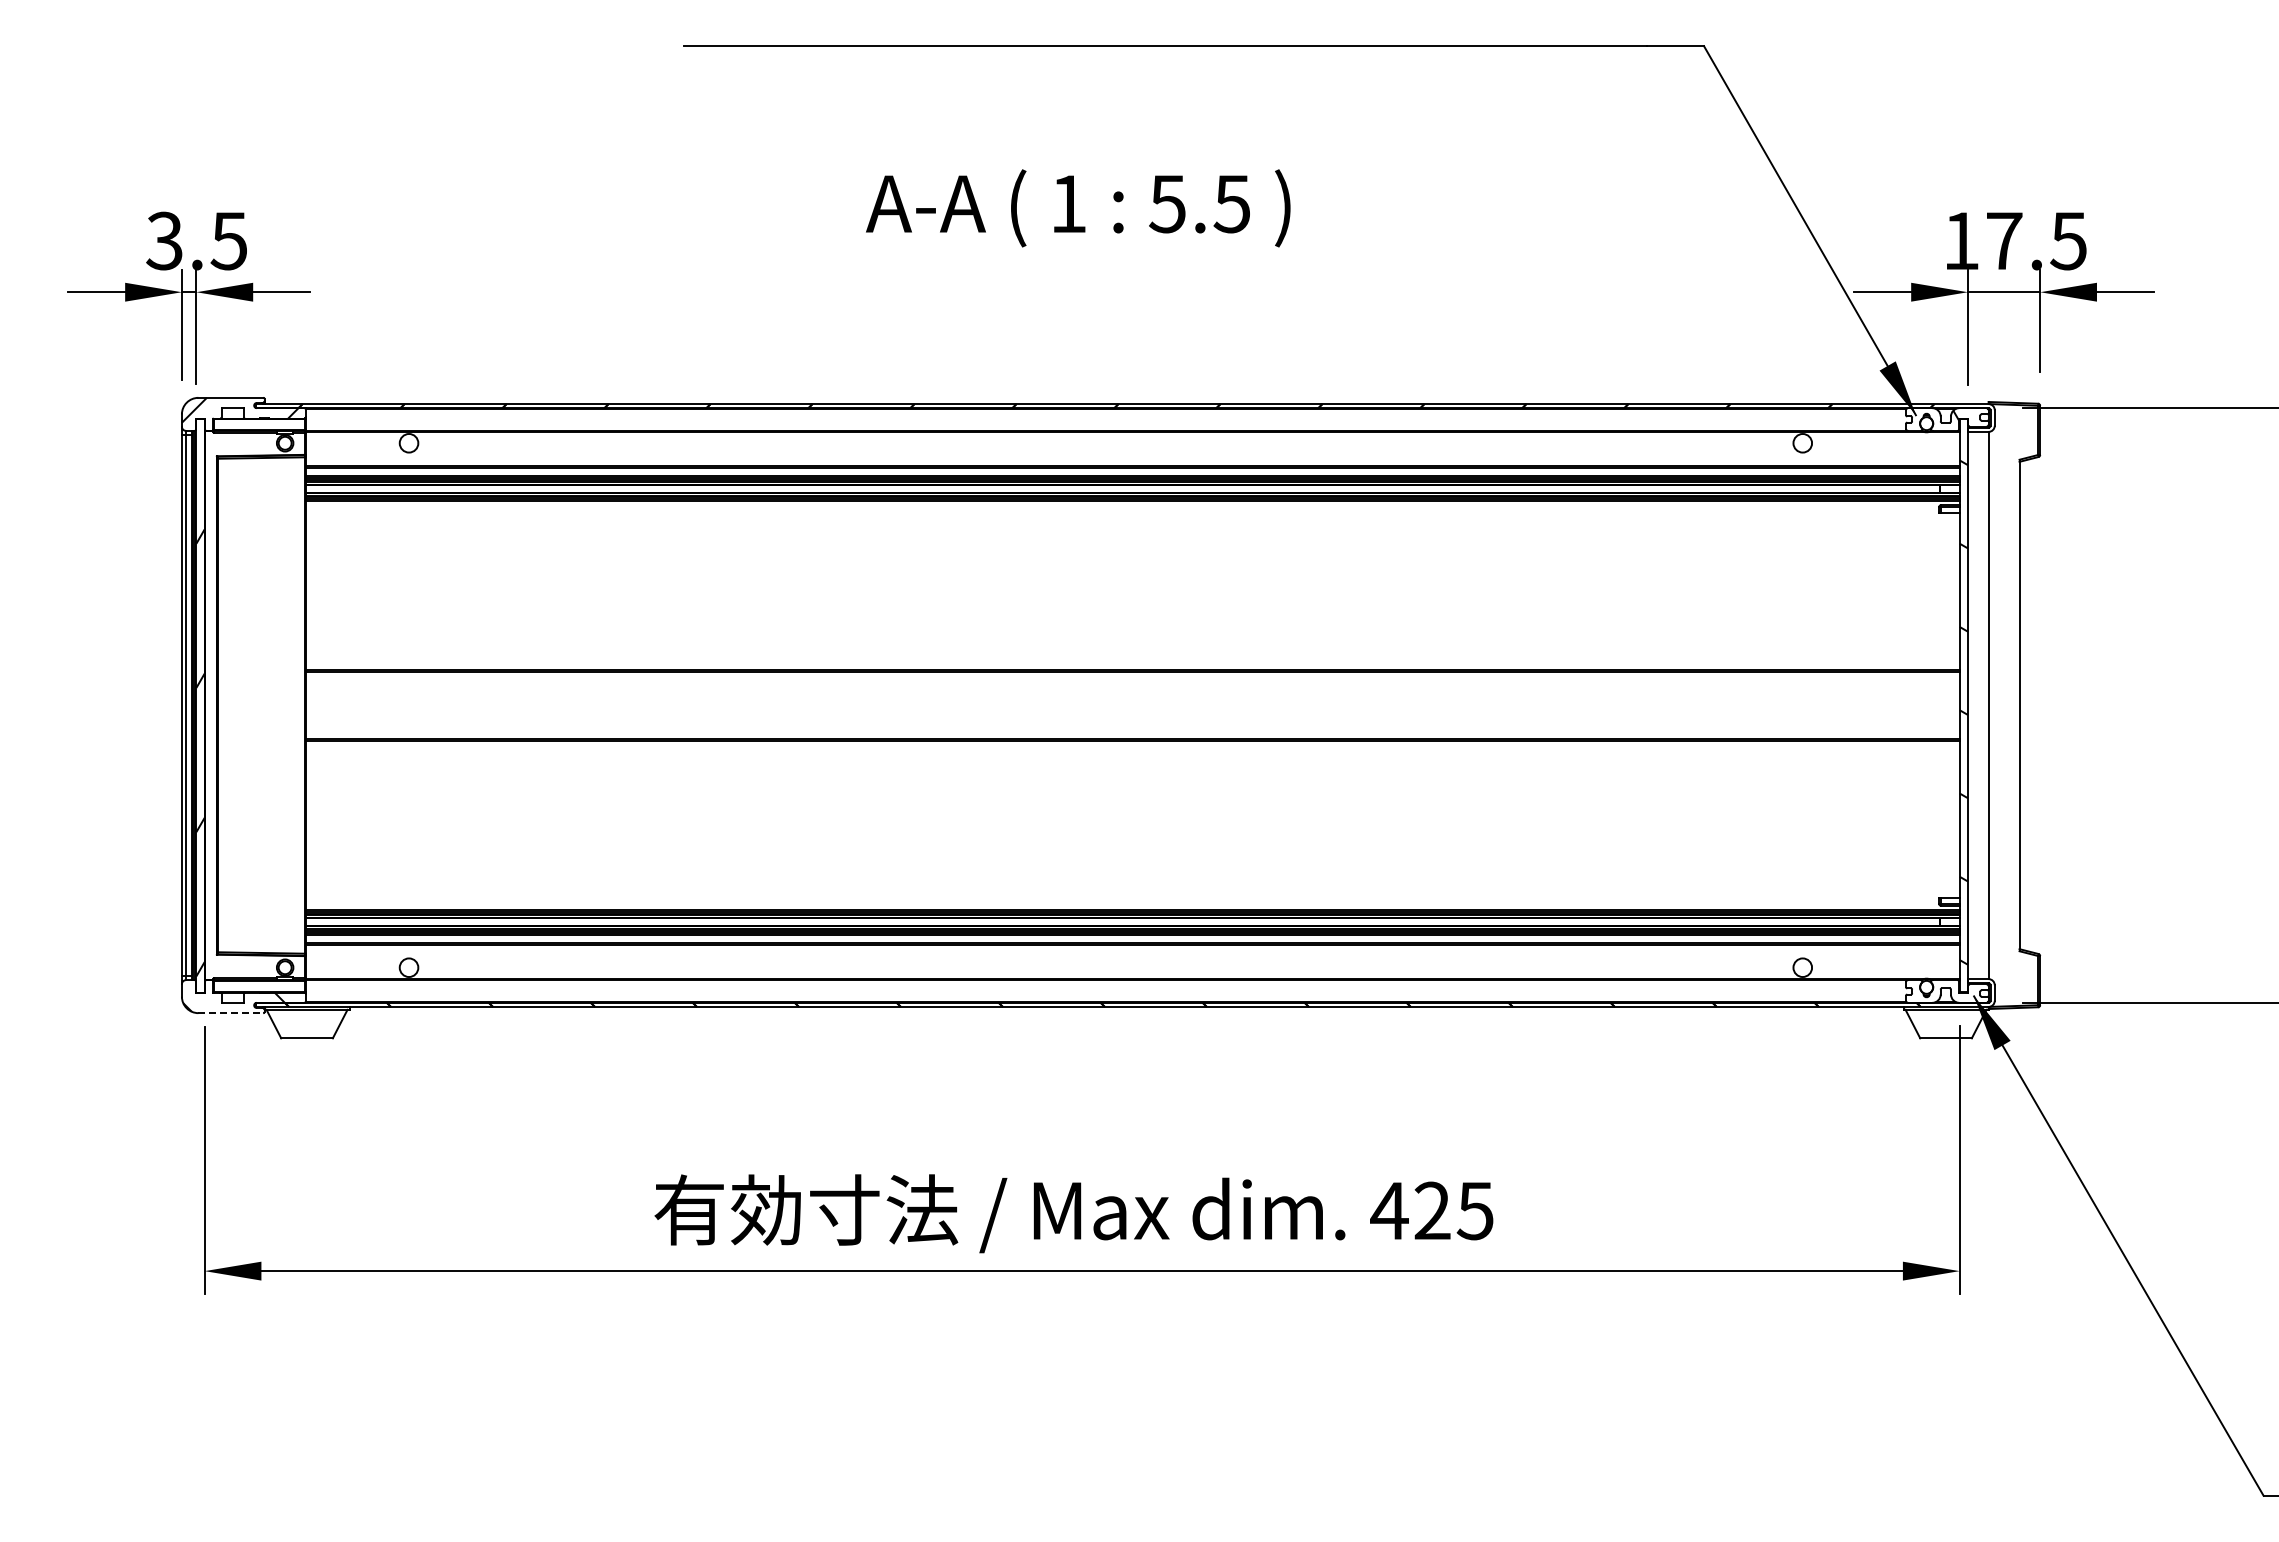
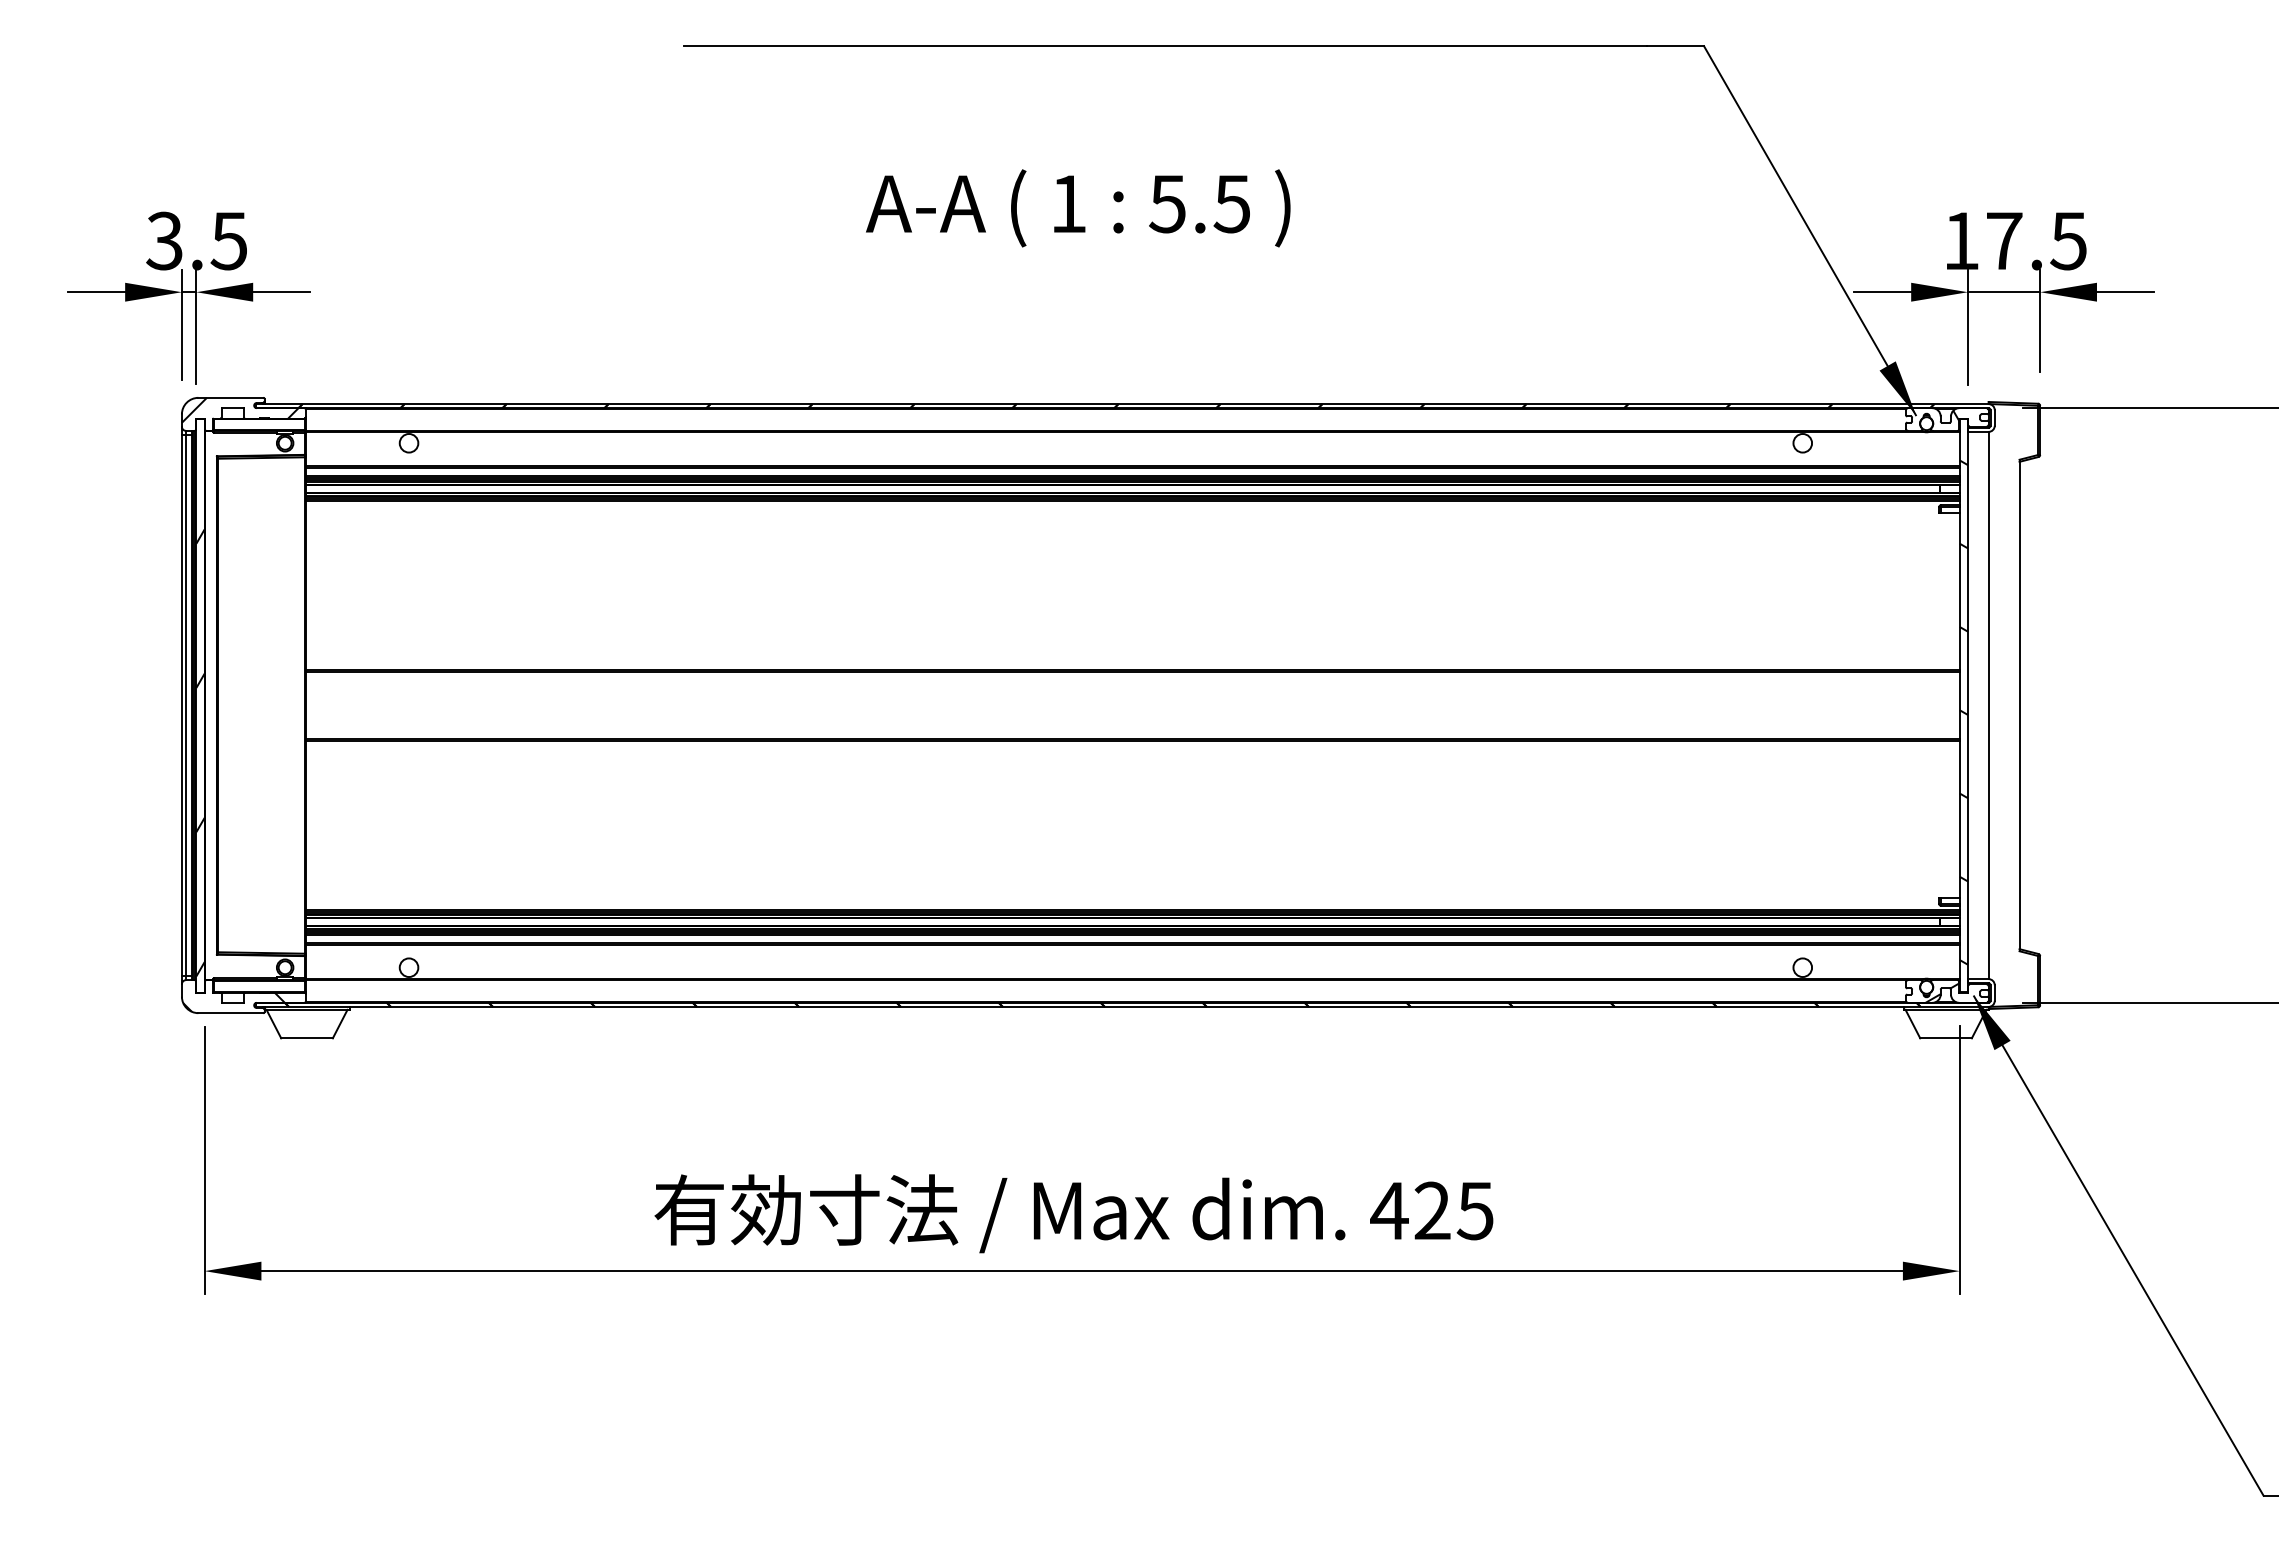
hatch at (1942, 992): none -> present
line at (231, 1013): dashed -> solid
